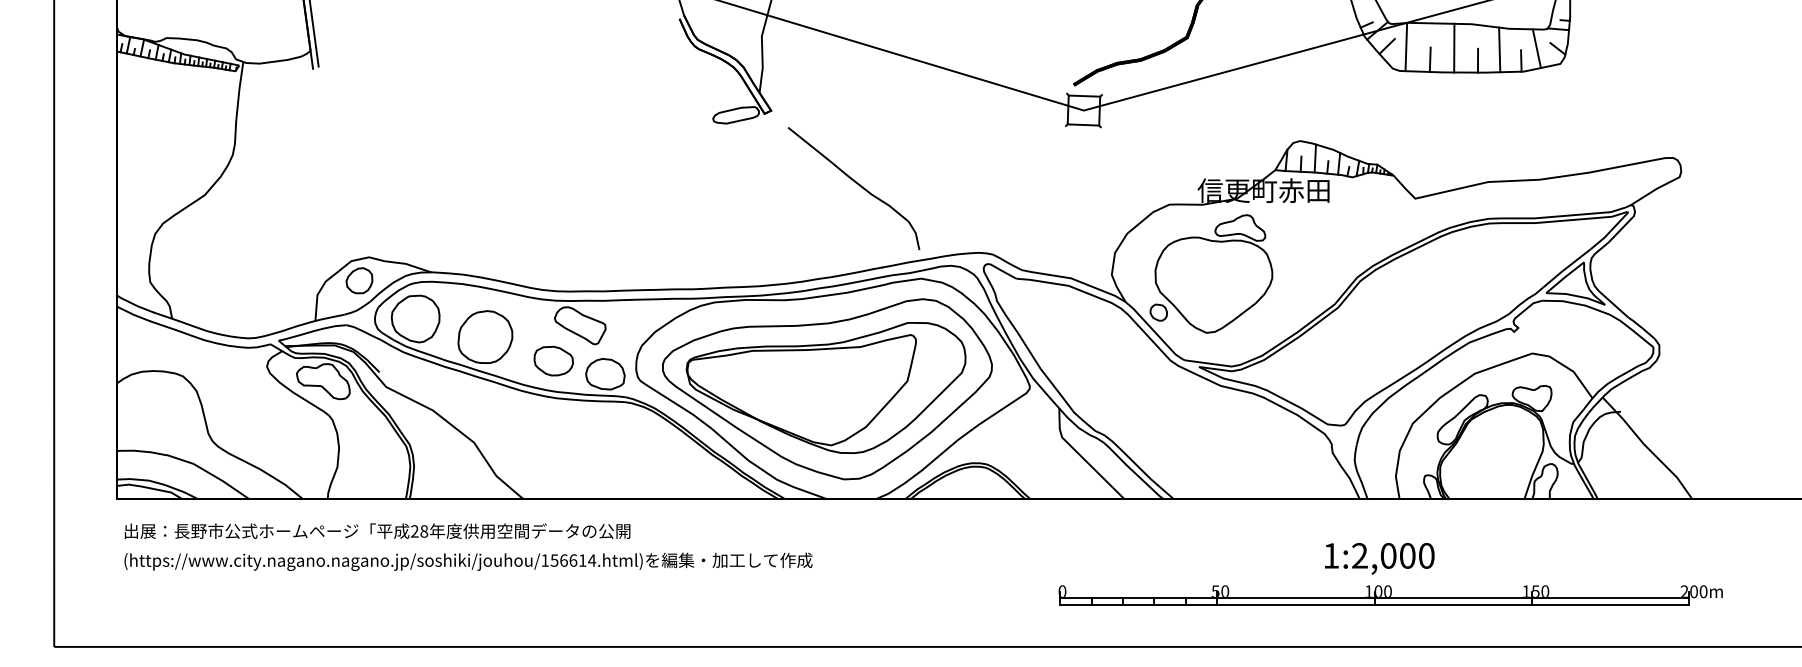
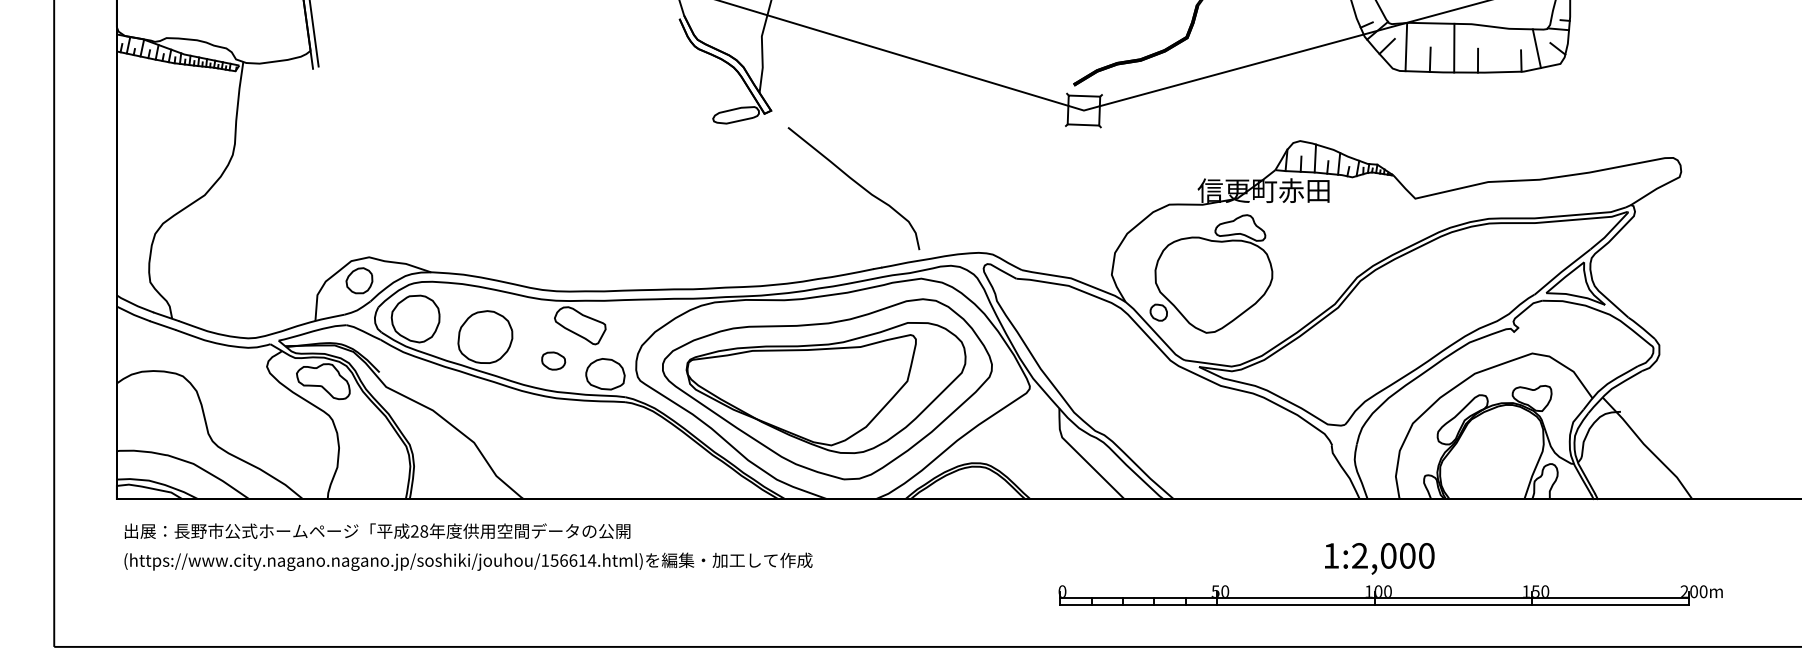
line at (1499, 49): present -> none
part at (553, 360) size: 41x32 px -> 26x20 px
